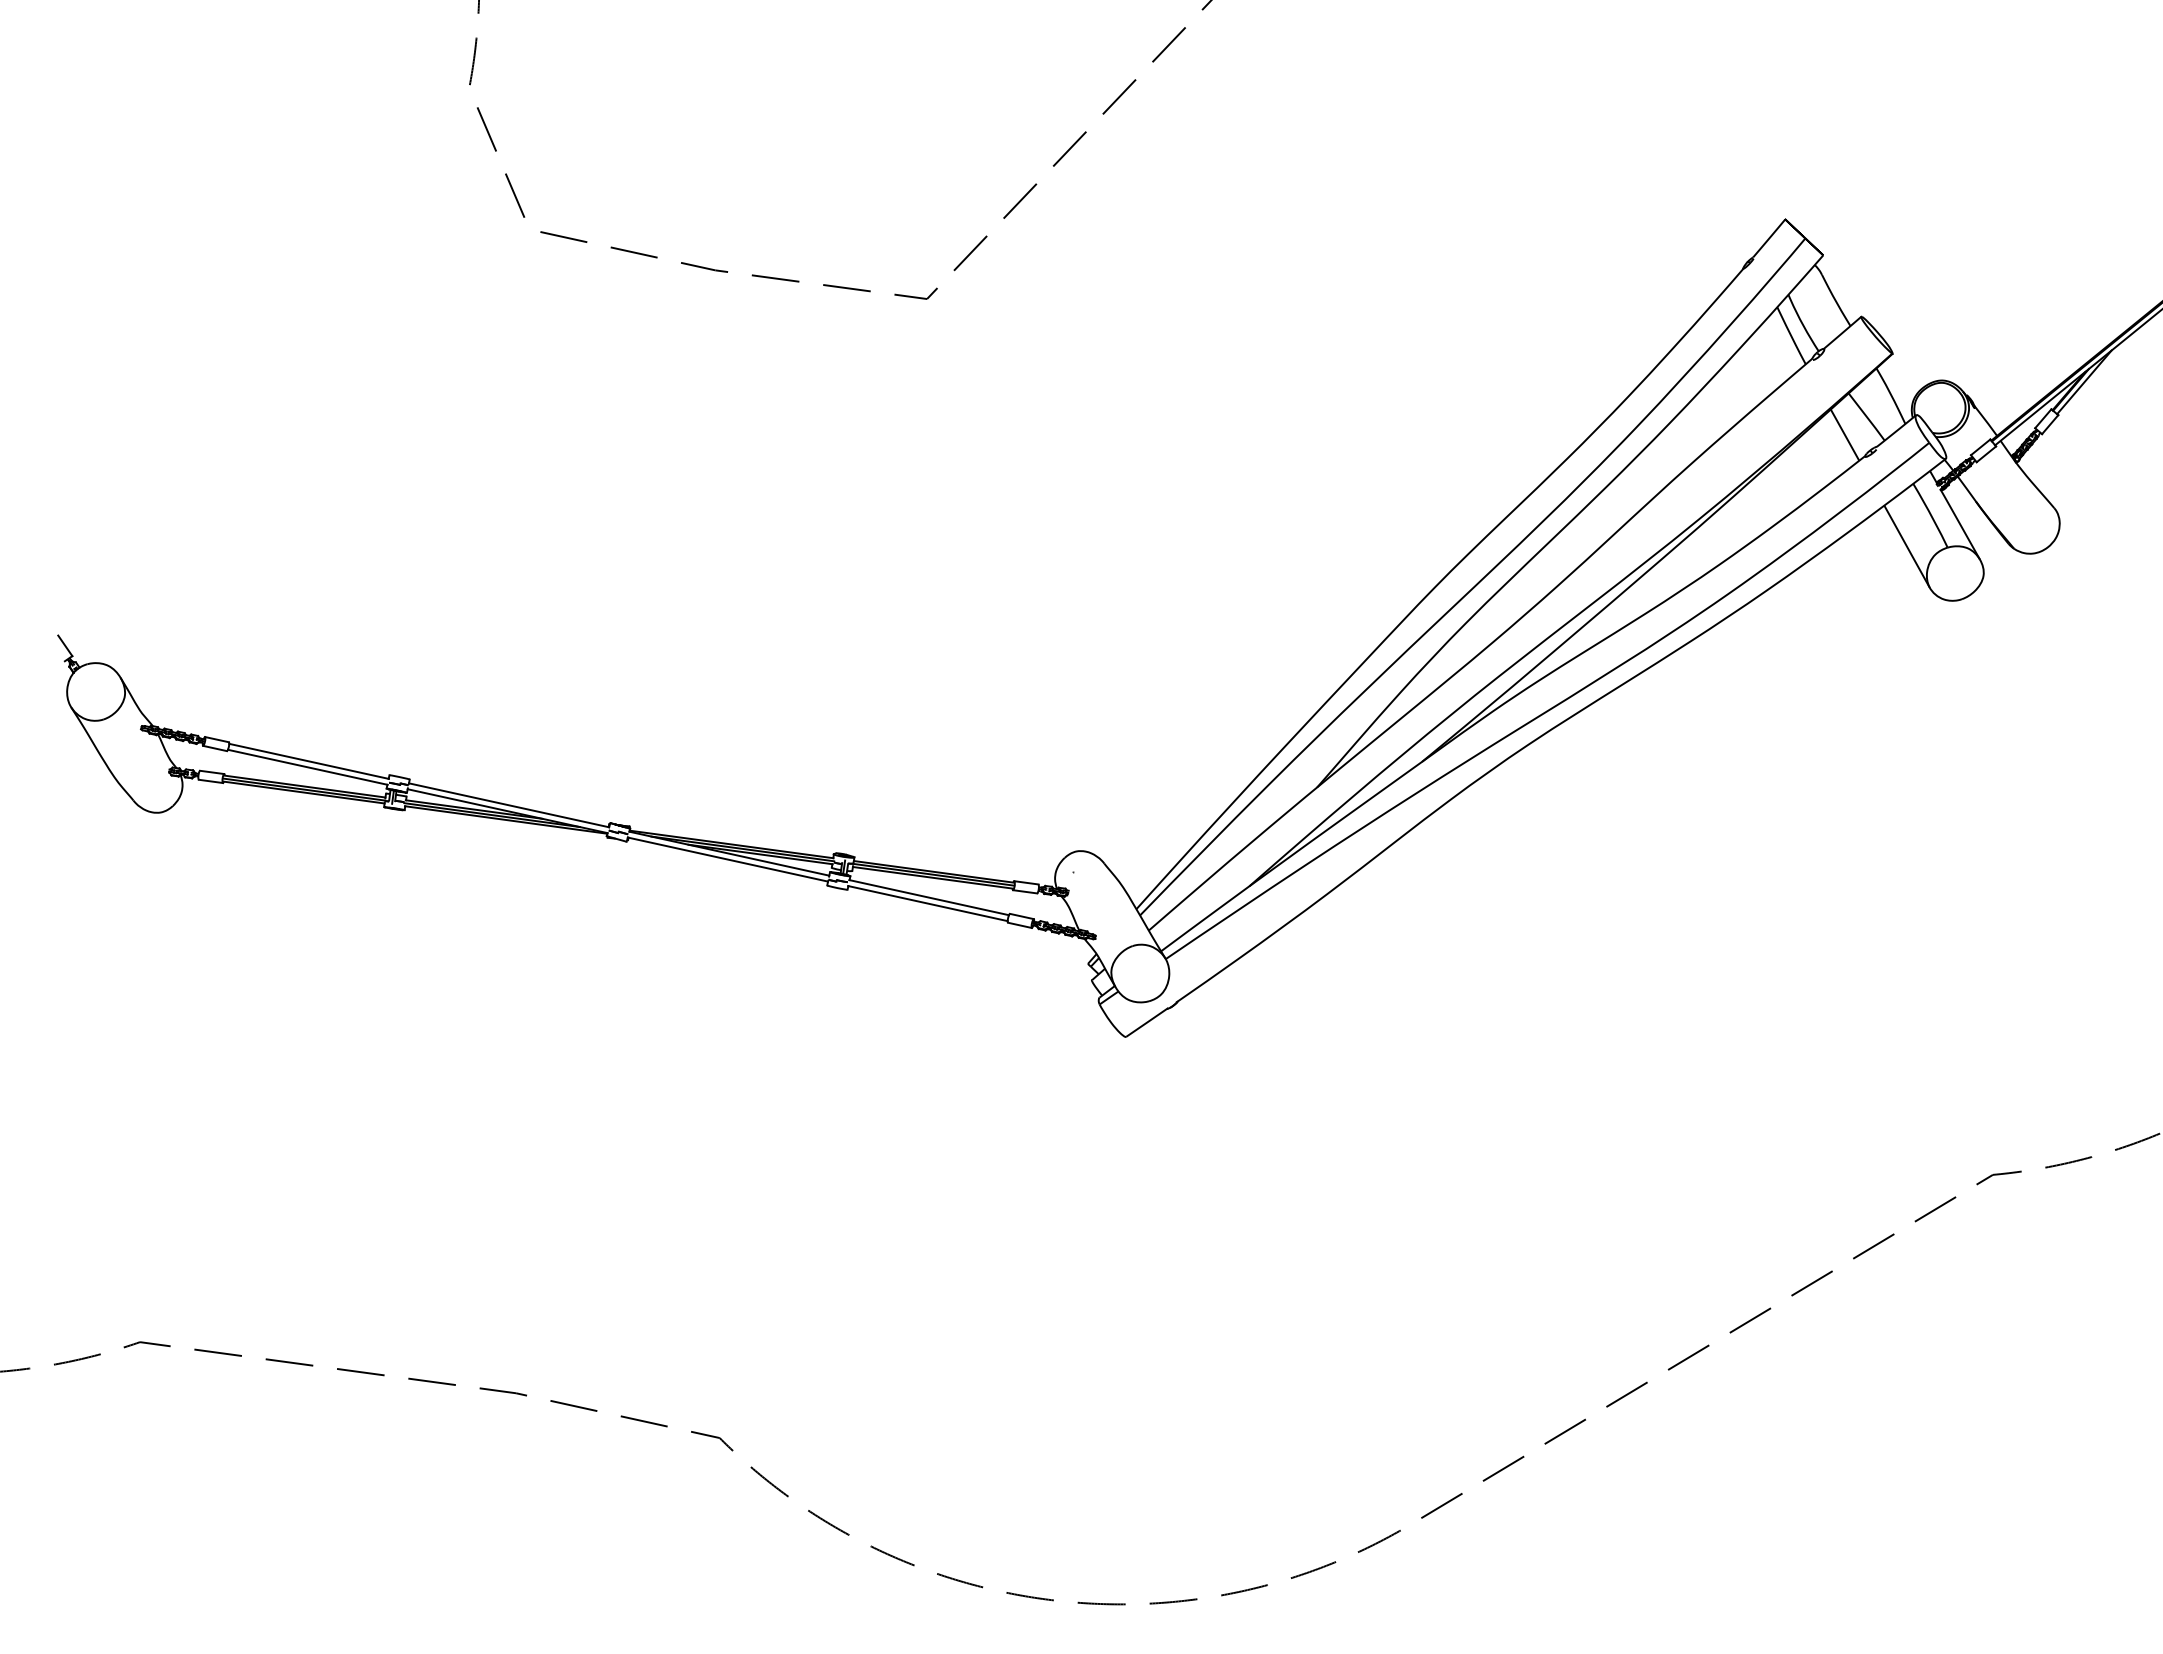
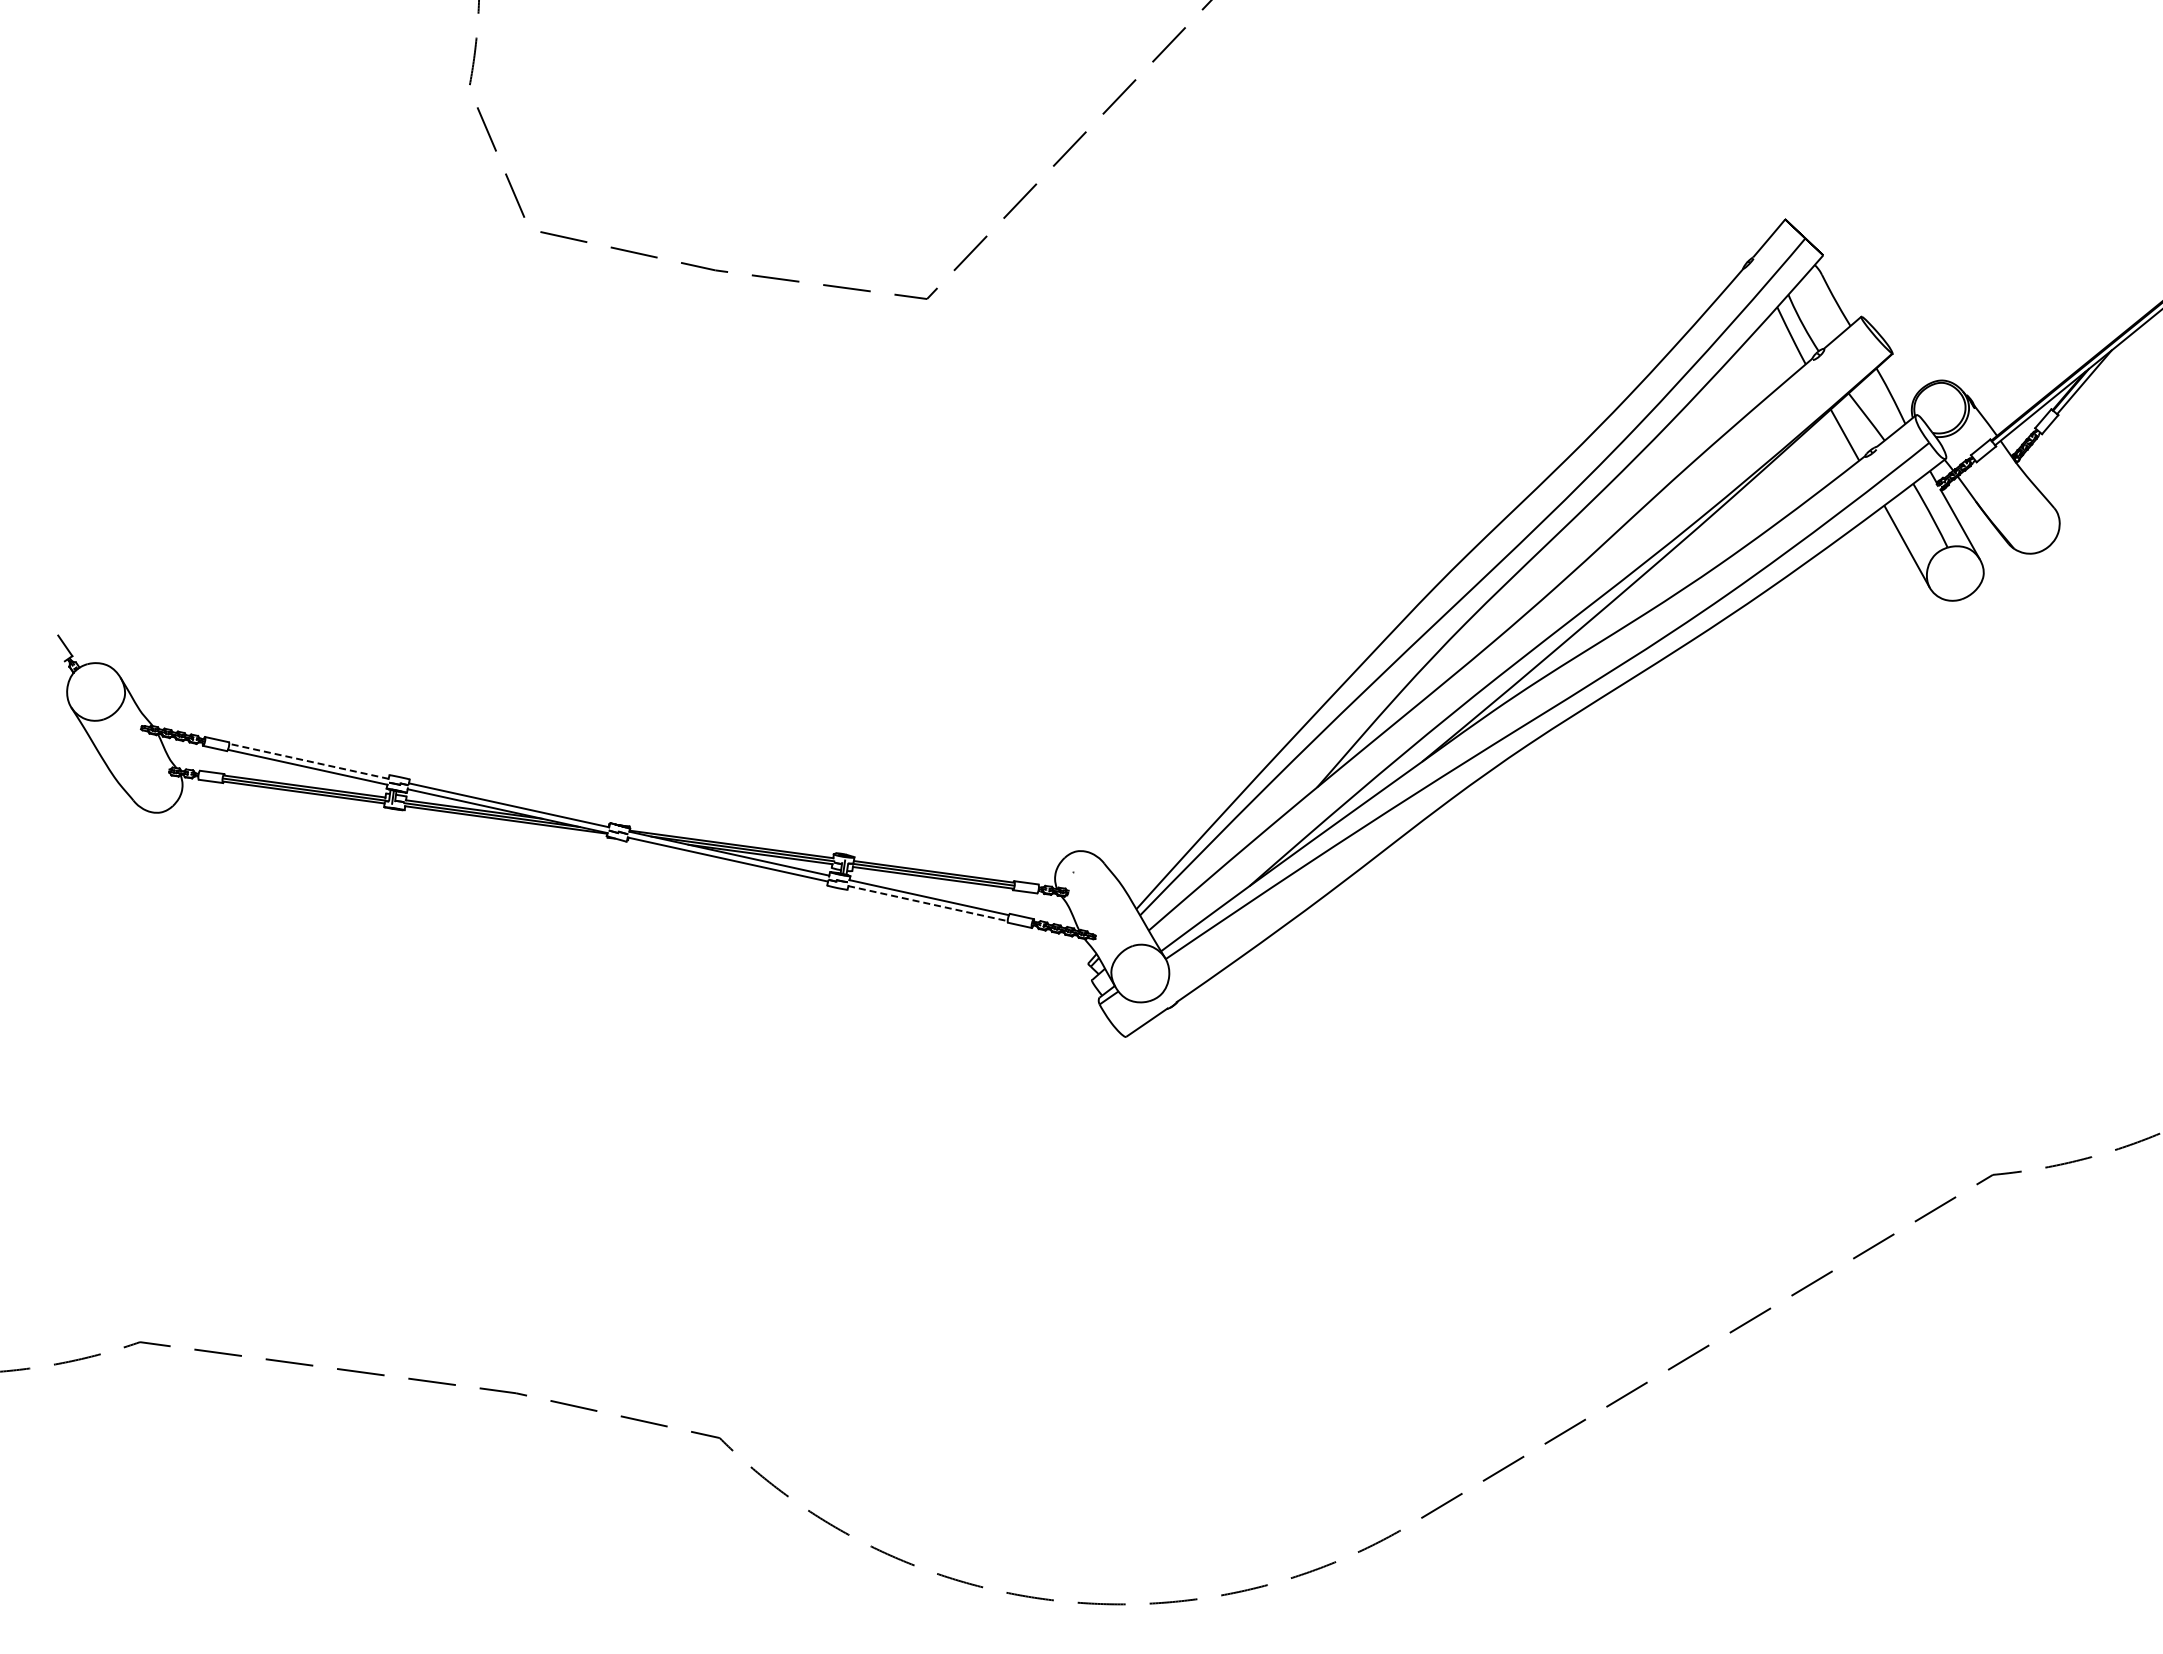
line at (309, 761): solid -> dashed
line at (927, 903): solid -> dashed
